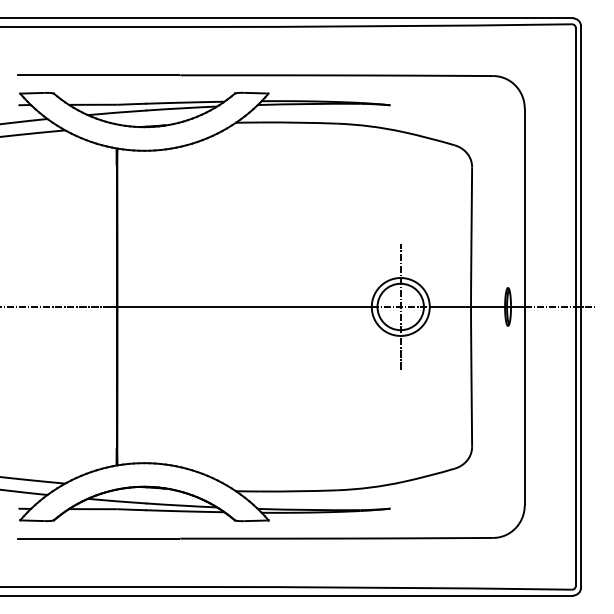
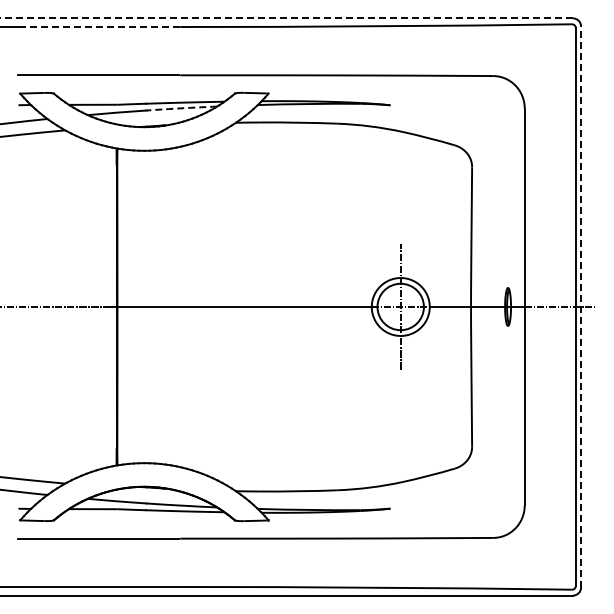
line at (286, 18): solid -> dashed
line at (99, 26): solid -> dashed
arc at (181, 108): solid -> dashed
line at (581, 306): solid -> dashed
